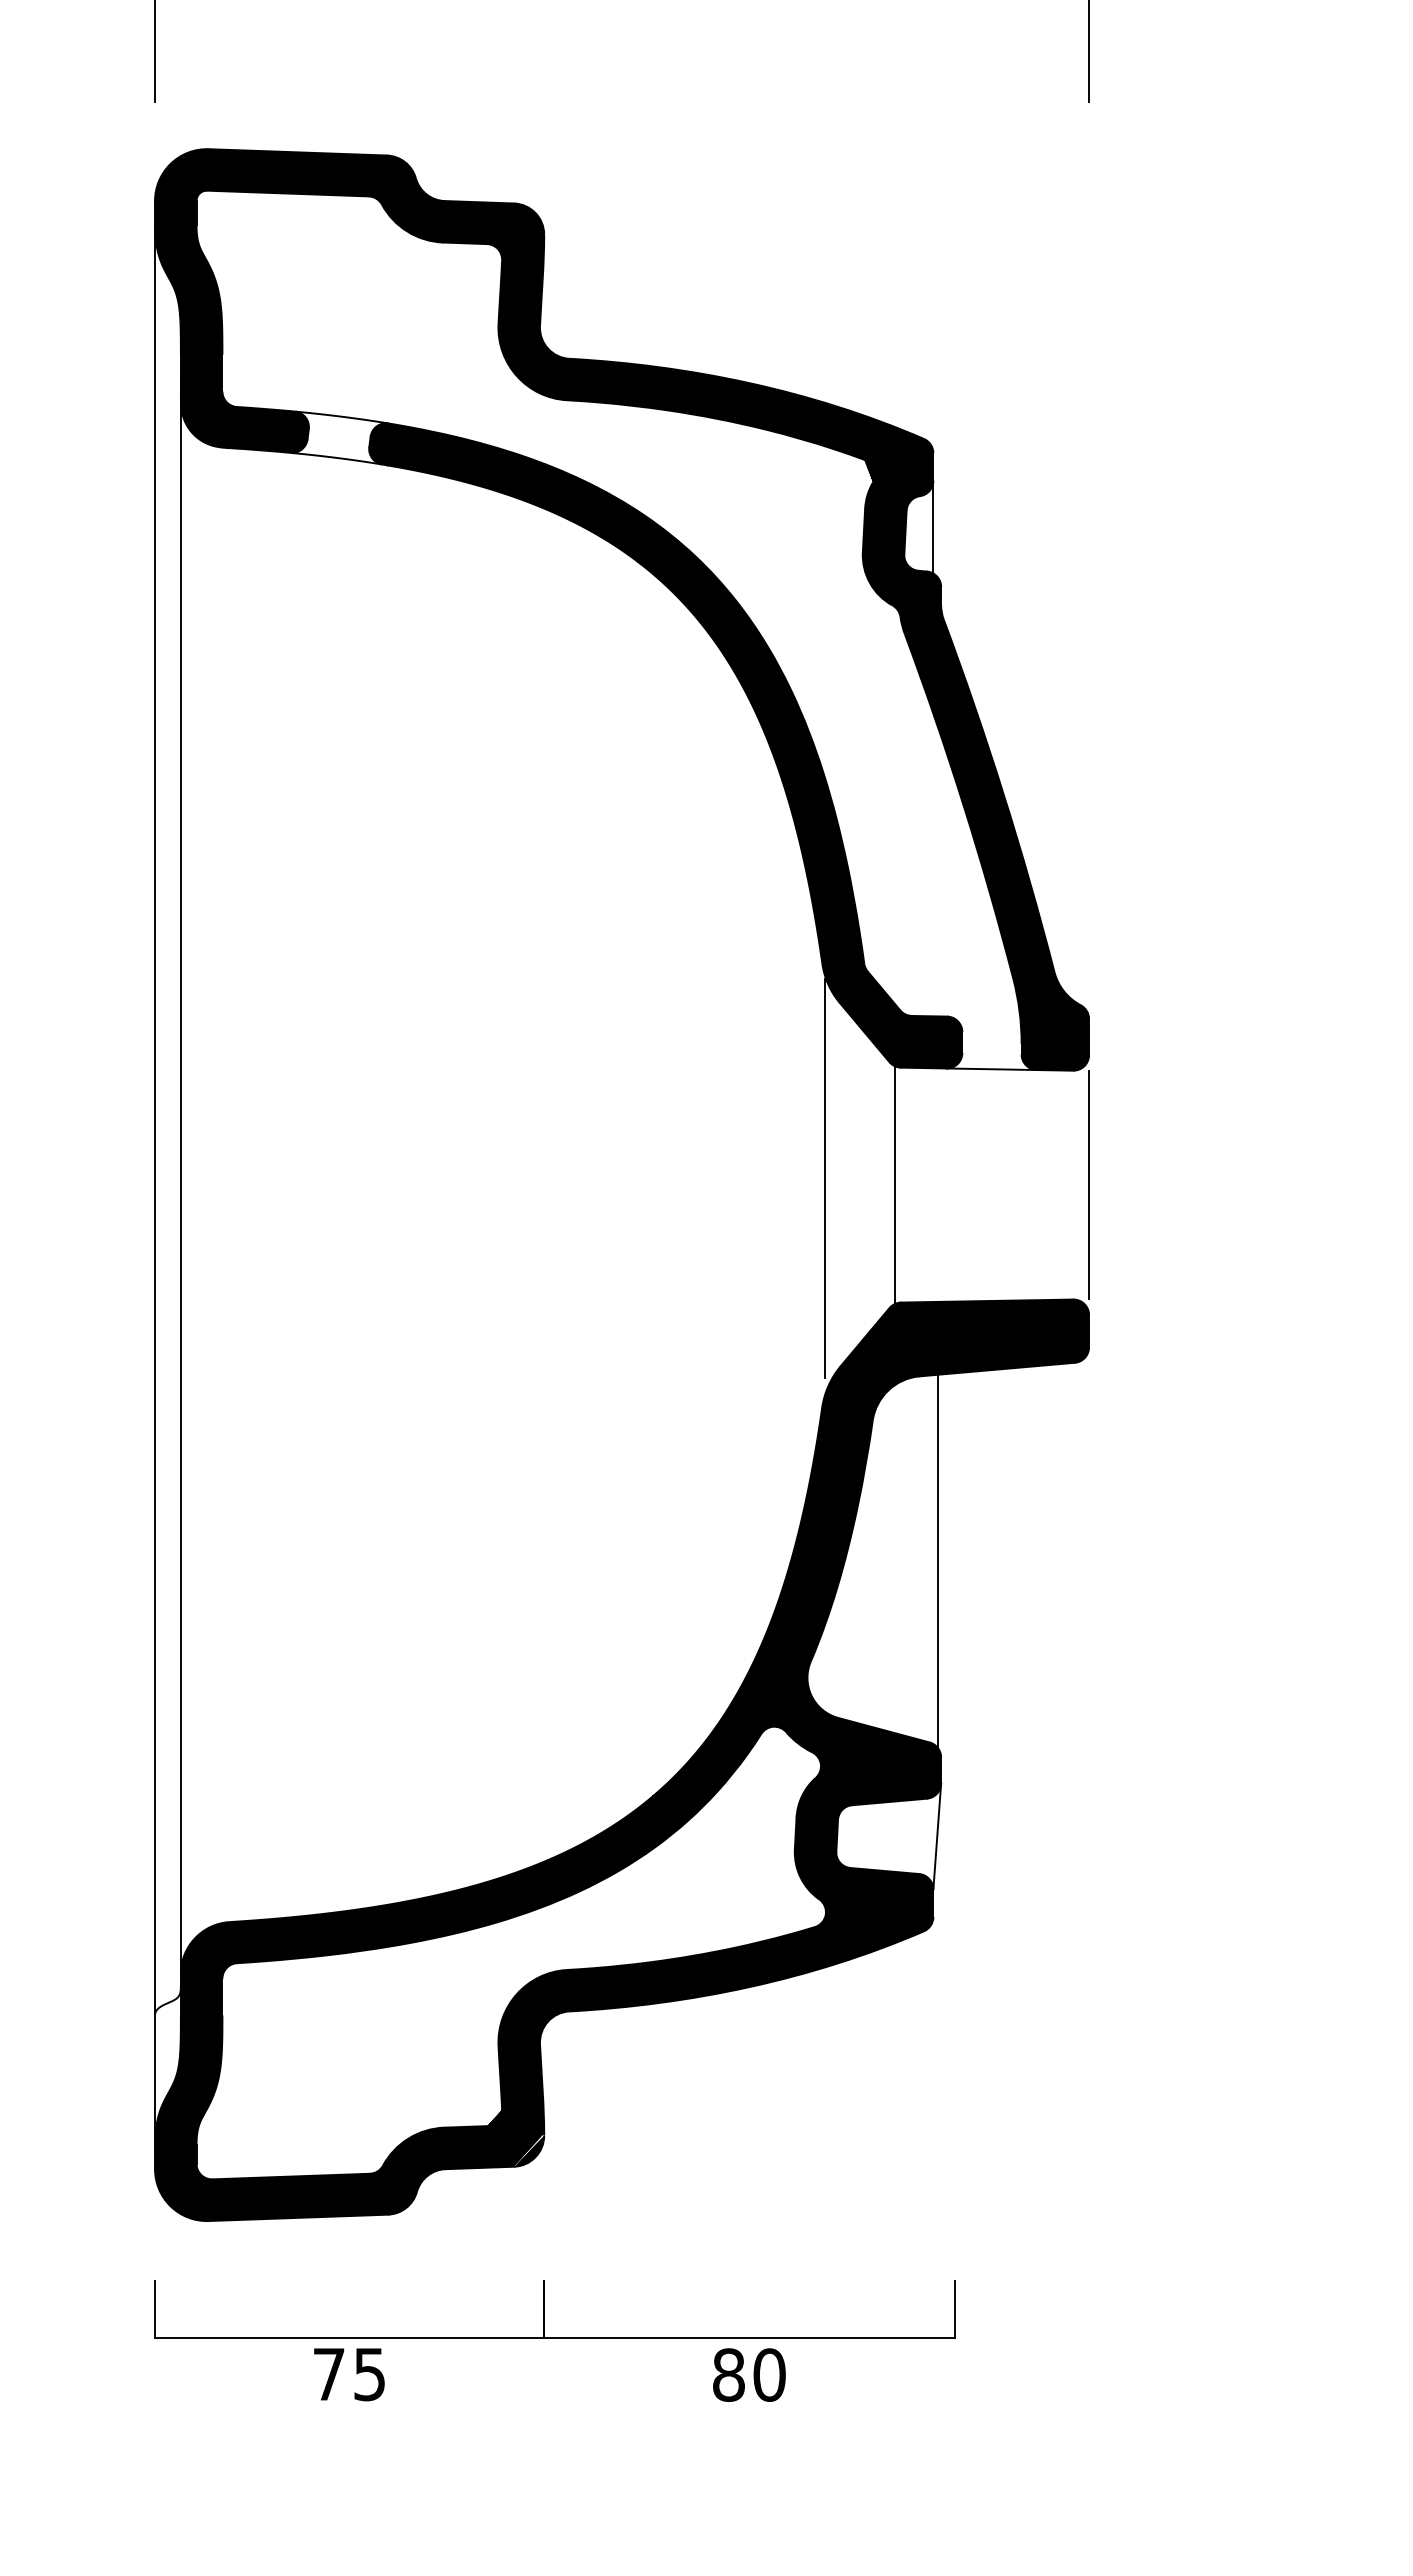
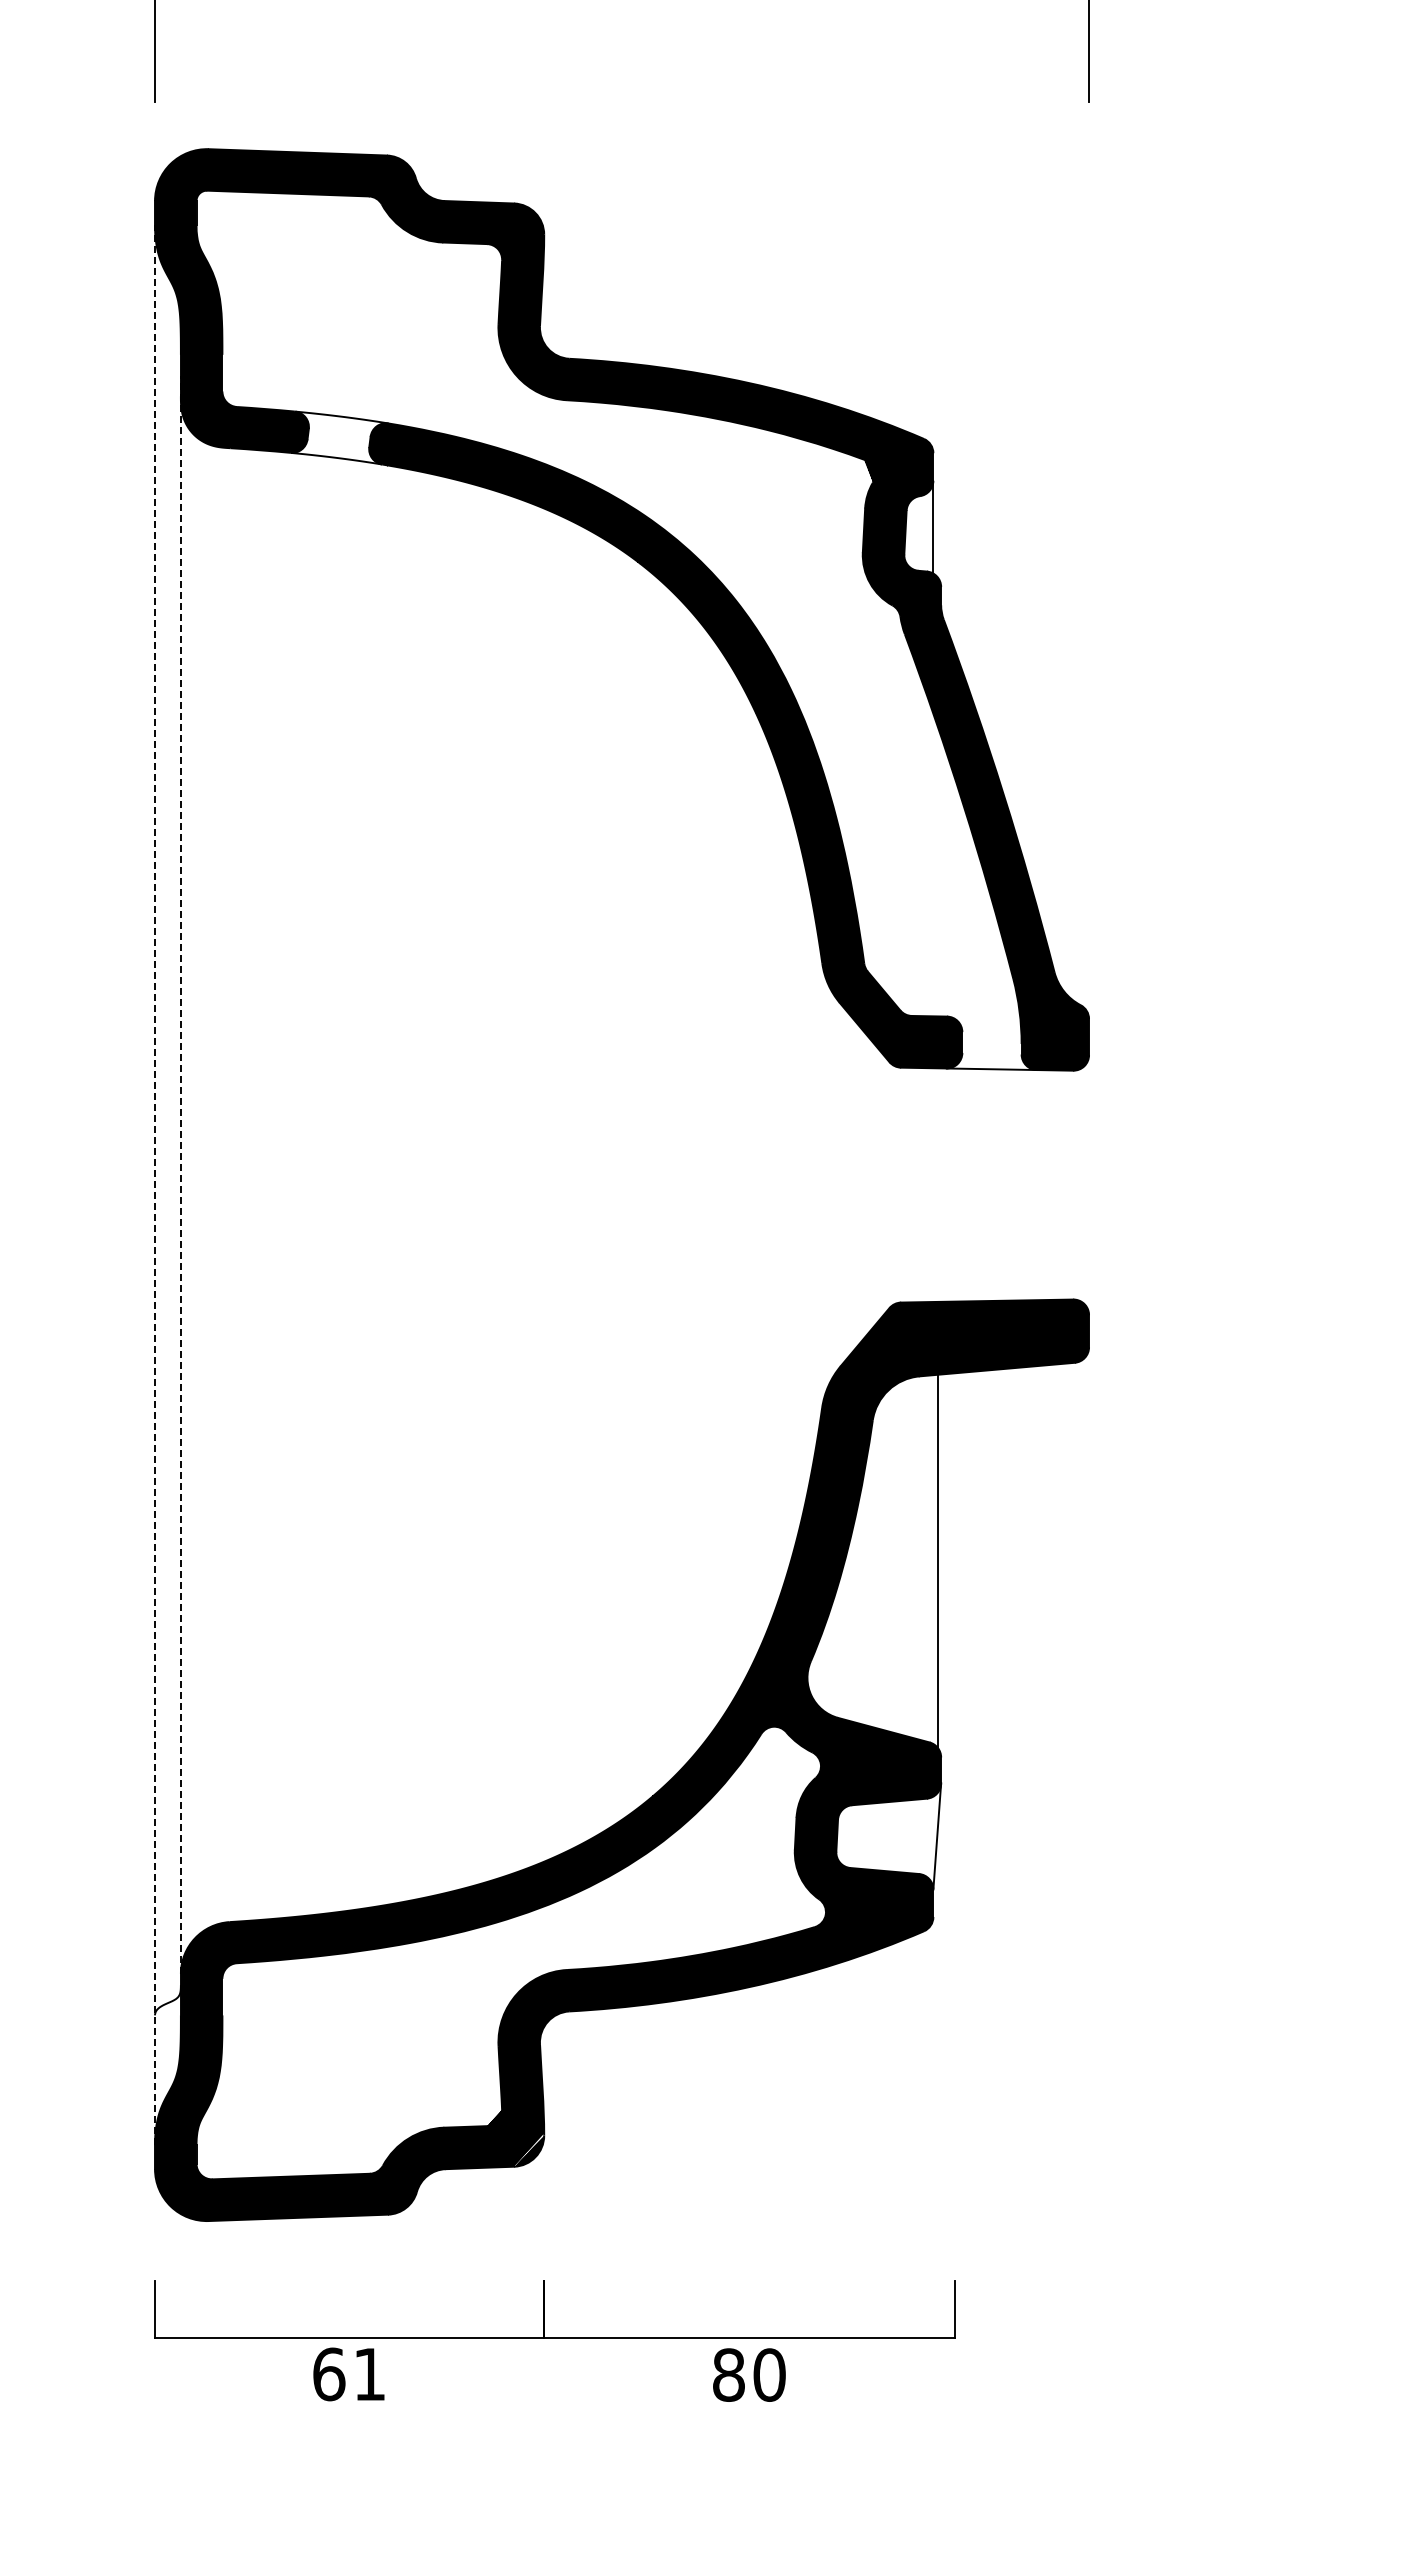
line at (180, 1174): solid -> dashed
line at (825, 1178): present -> none
line at (1089, 1184): present -> none
line at (155, 1185): solid -> dashed
line at (894, 1185): present -> none
text at (348, 2374): 75 -> 61
